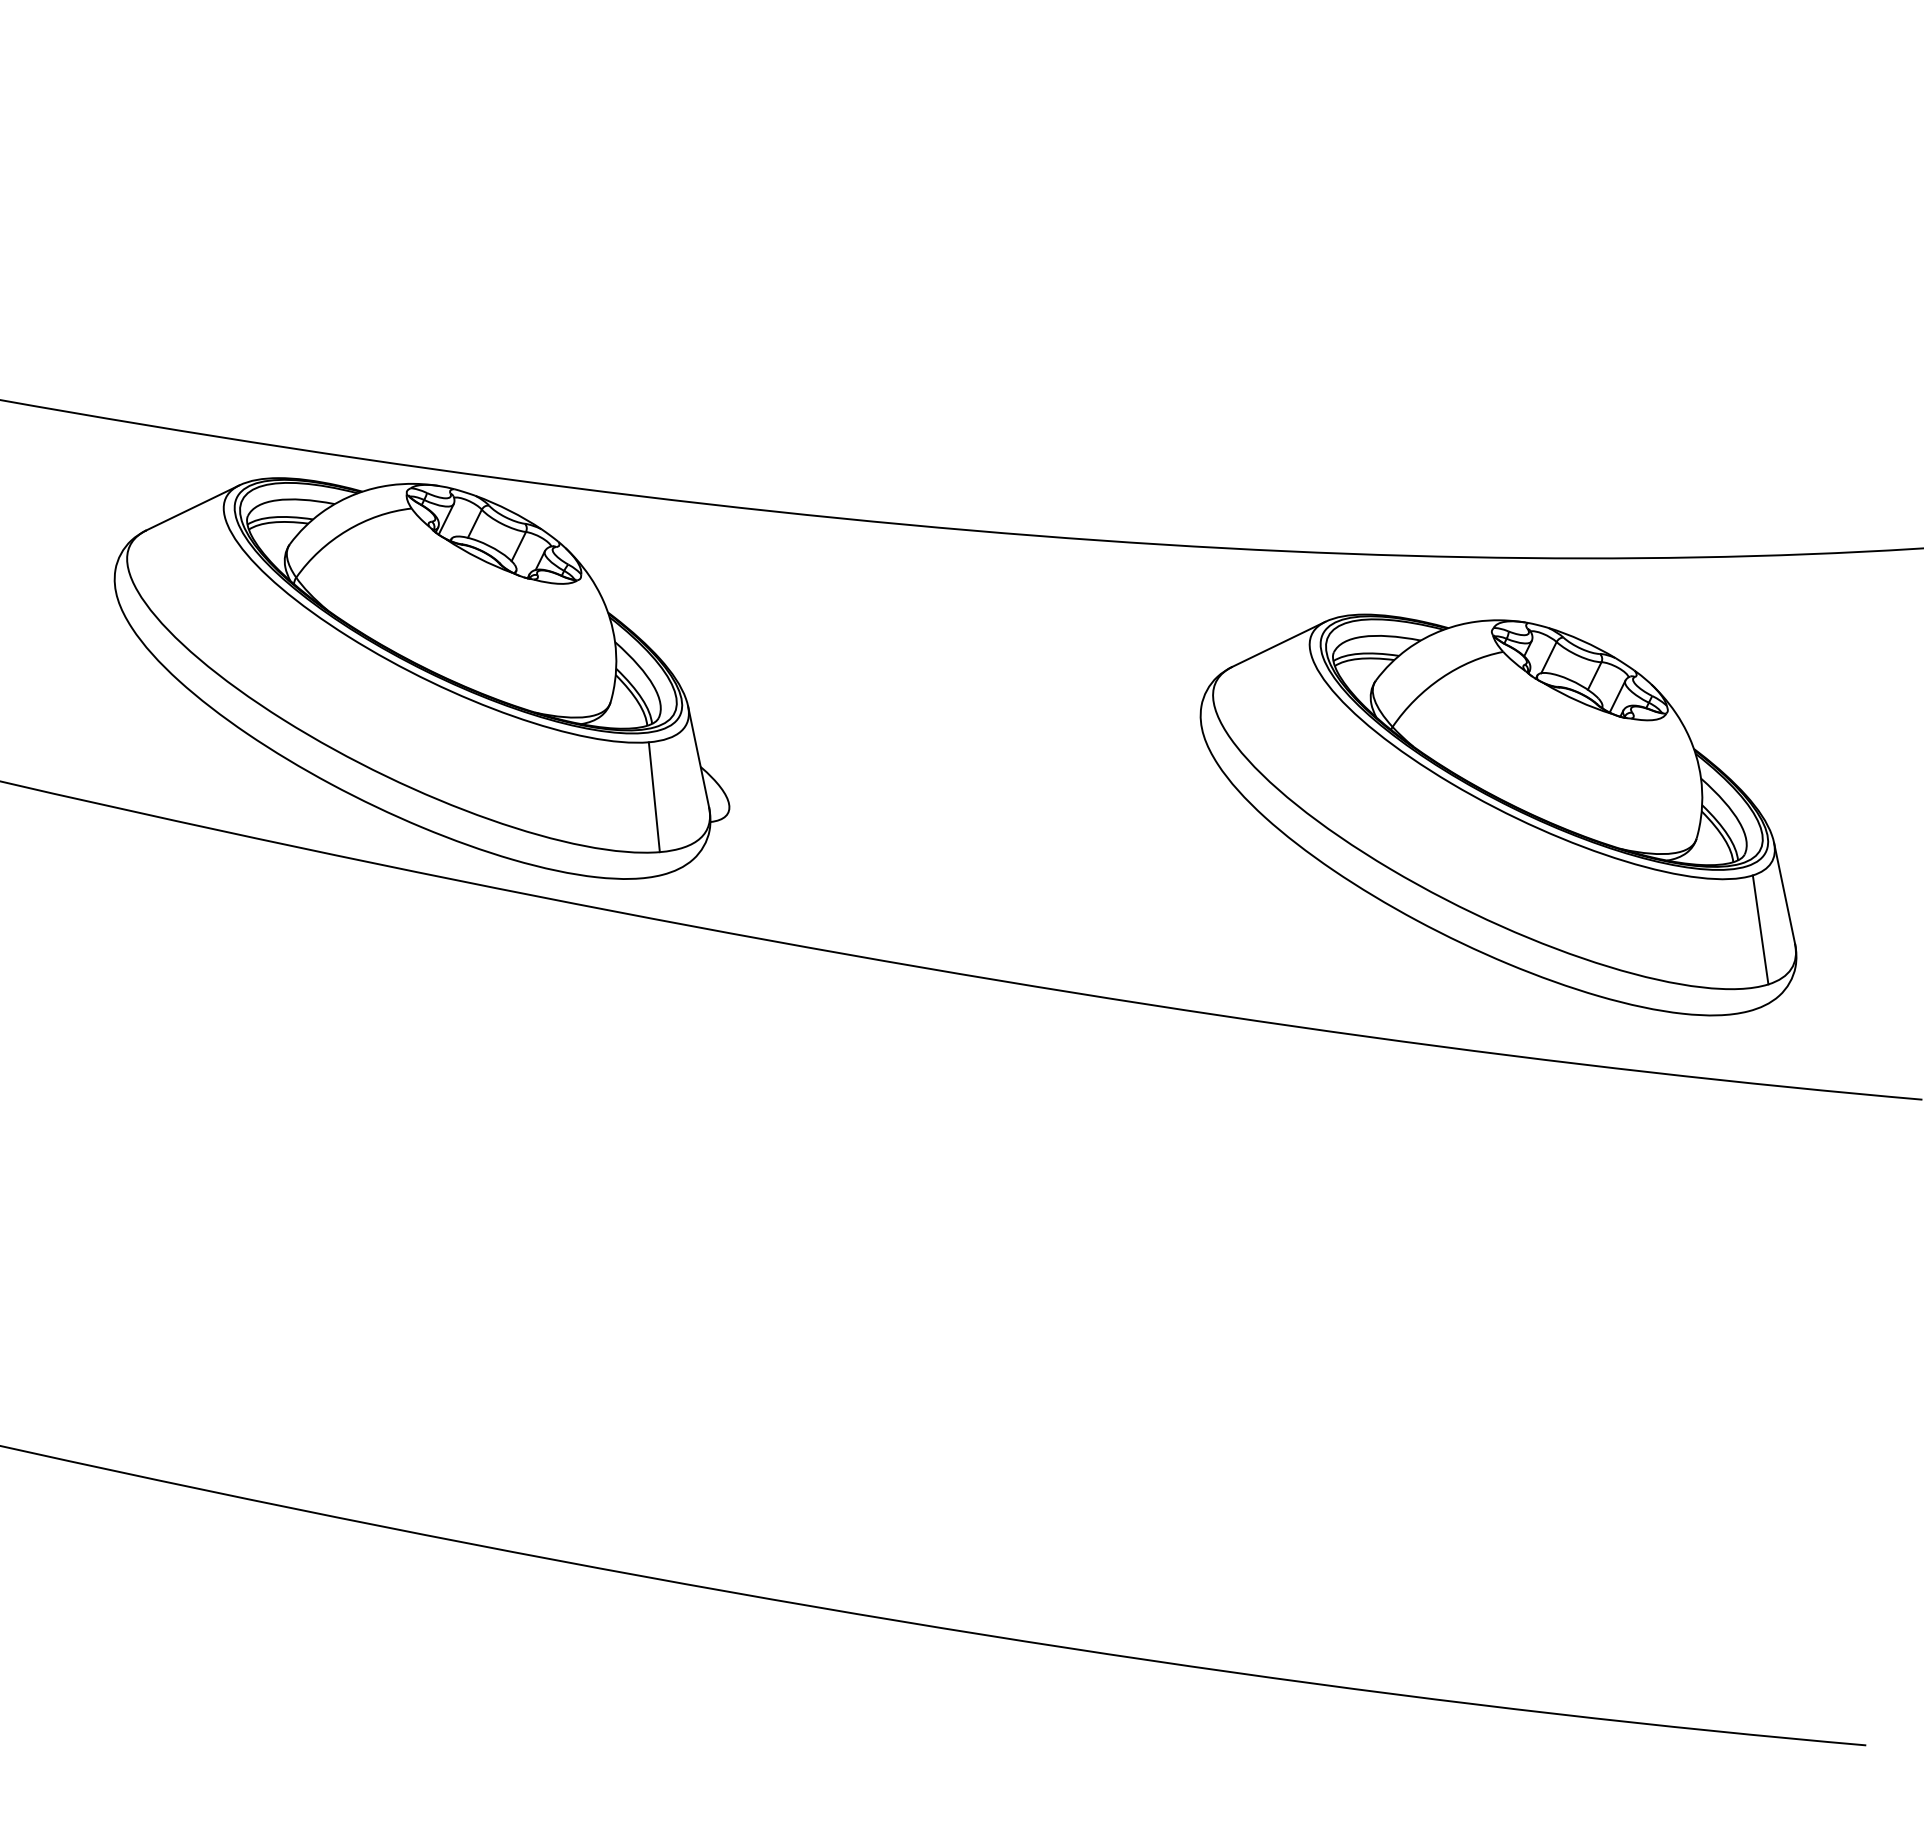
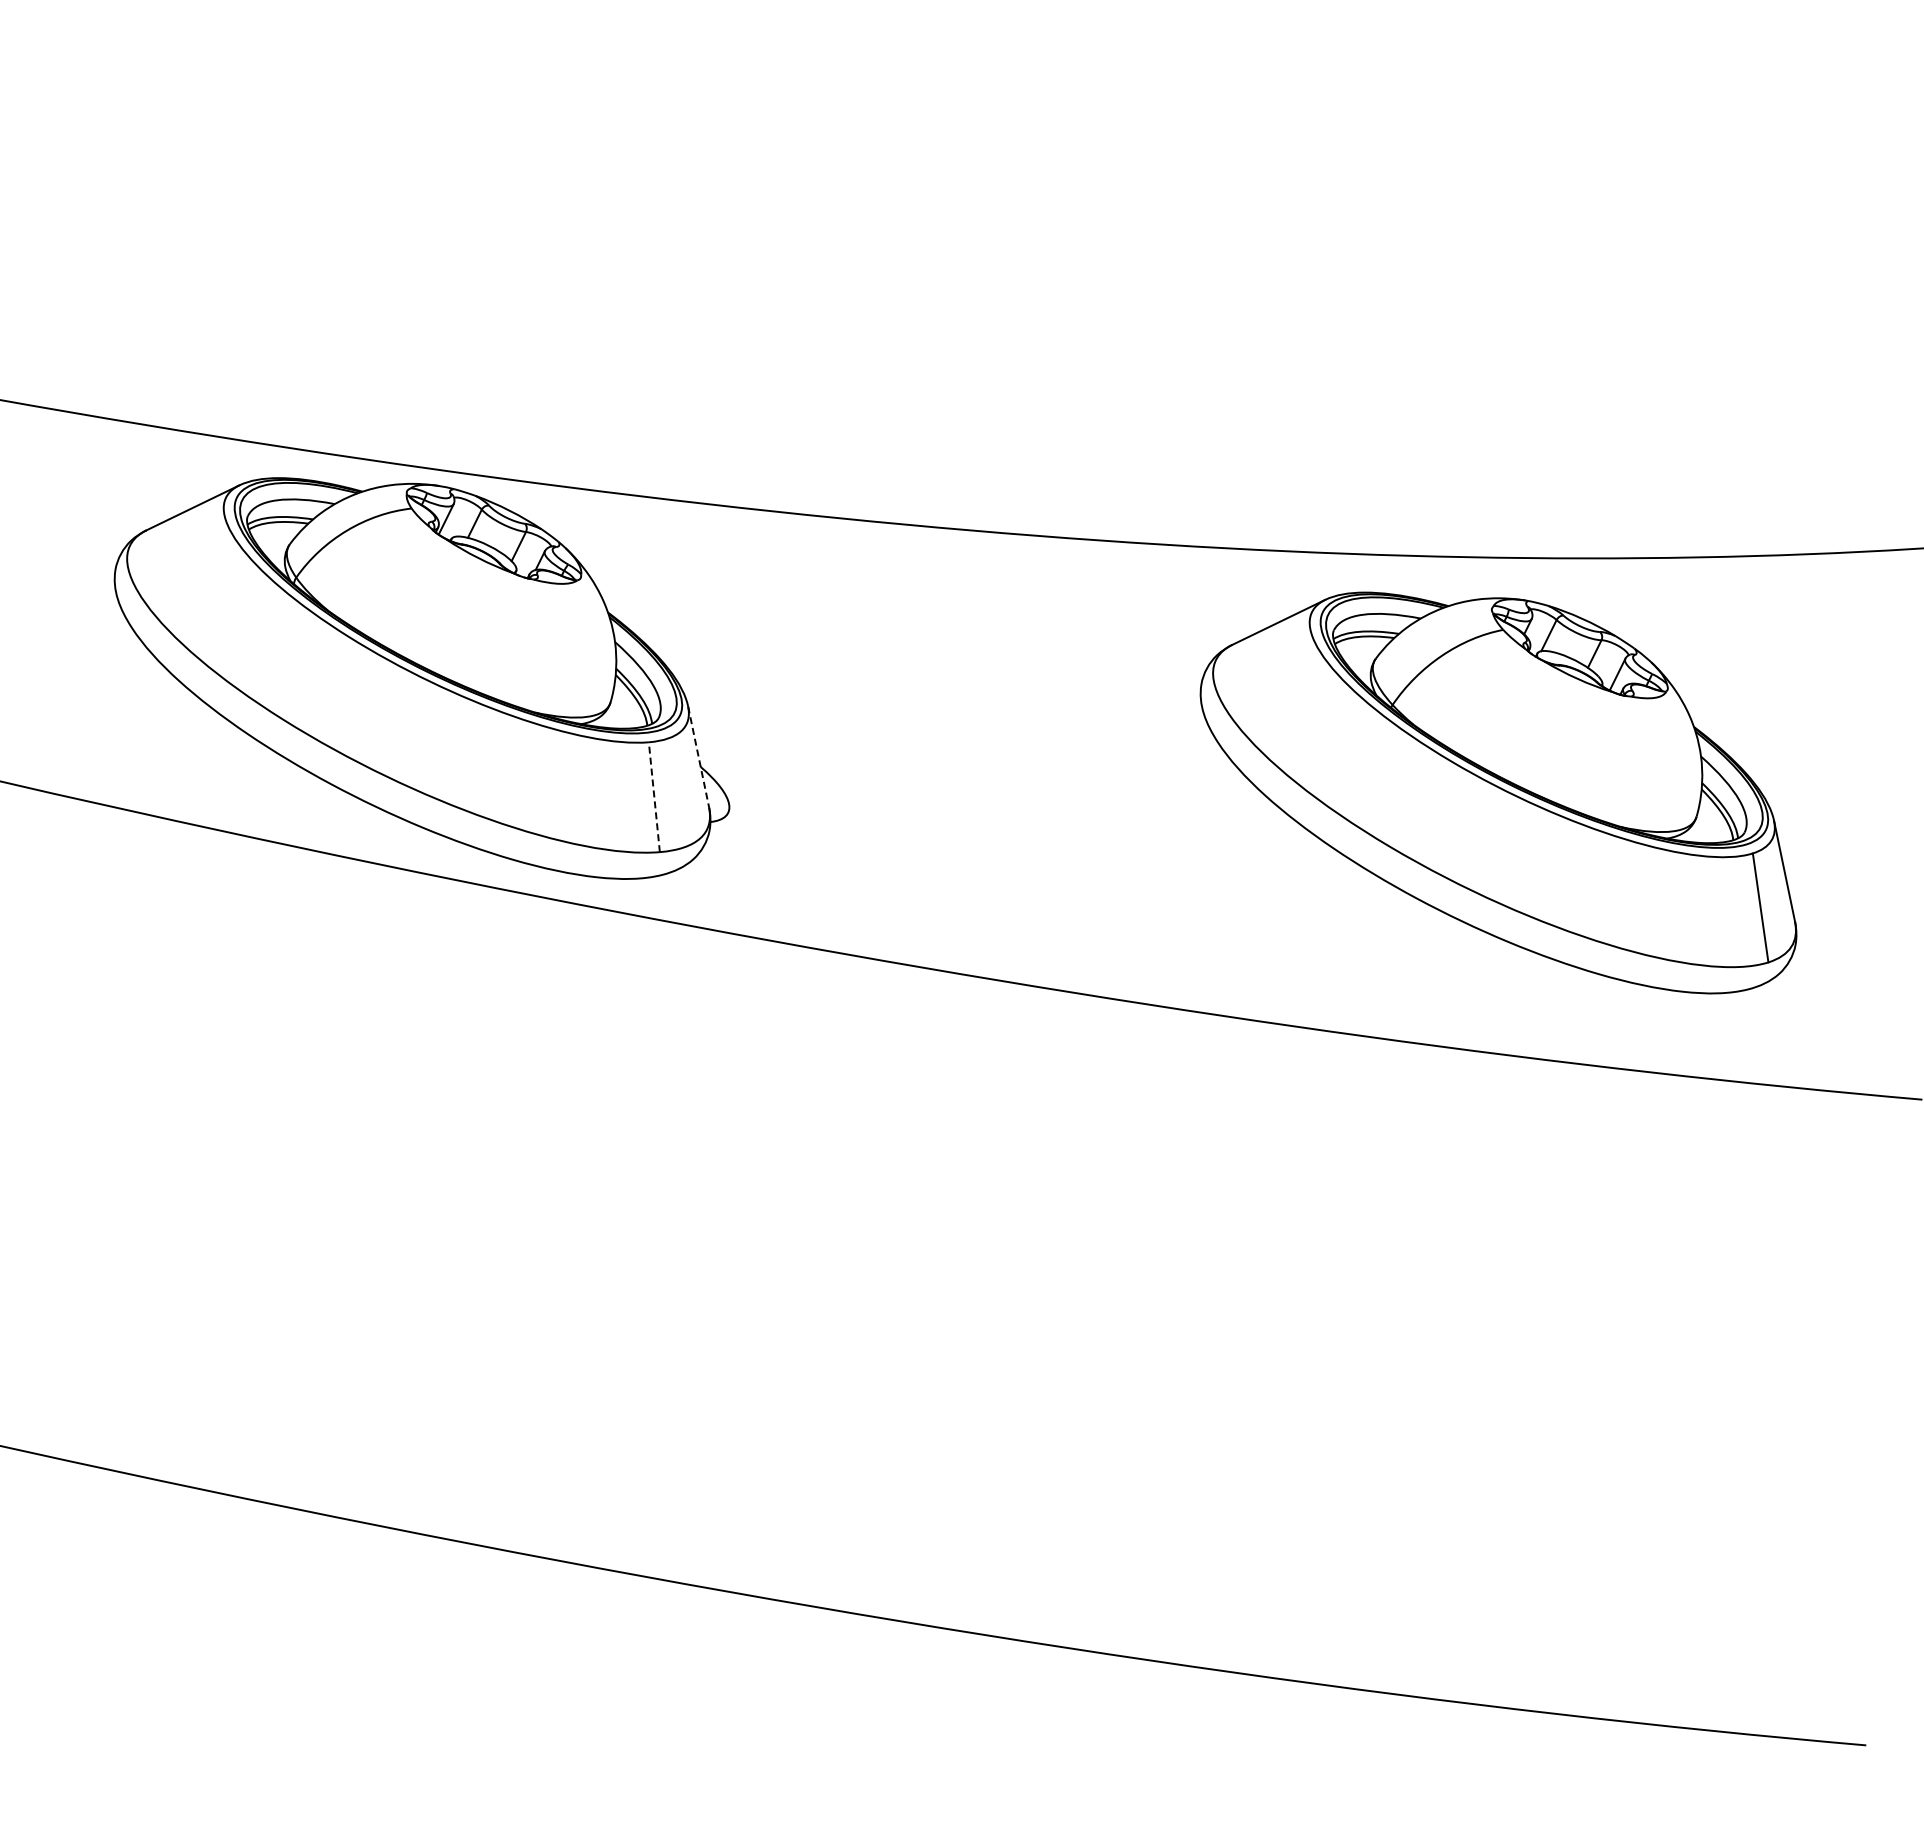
line at (698, 757): solid -> dashed
line at (654, 796): solid -> dashed
part at (1498, 814) position: (1498, 814) -> (1498, 792)
